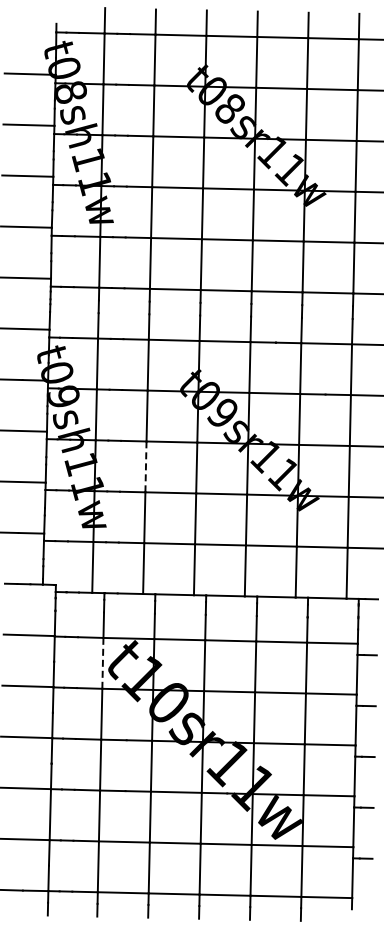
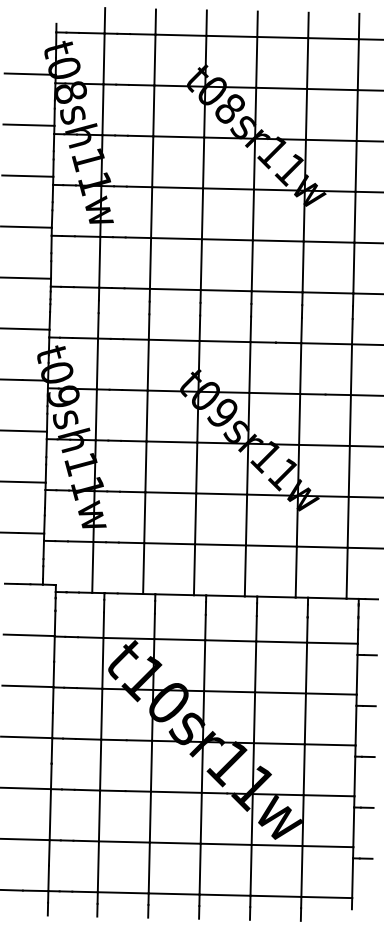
line at (145, 466): dashed -> solid
line at (102, 662): dashed -> solid
